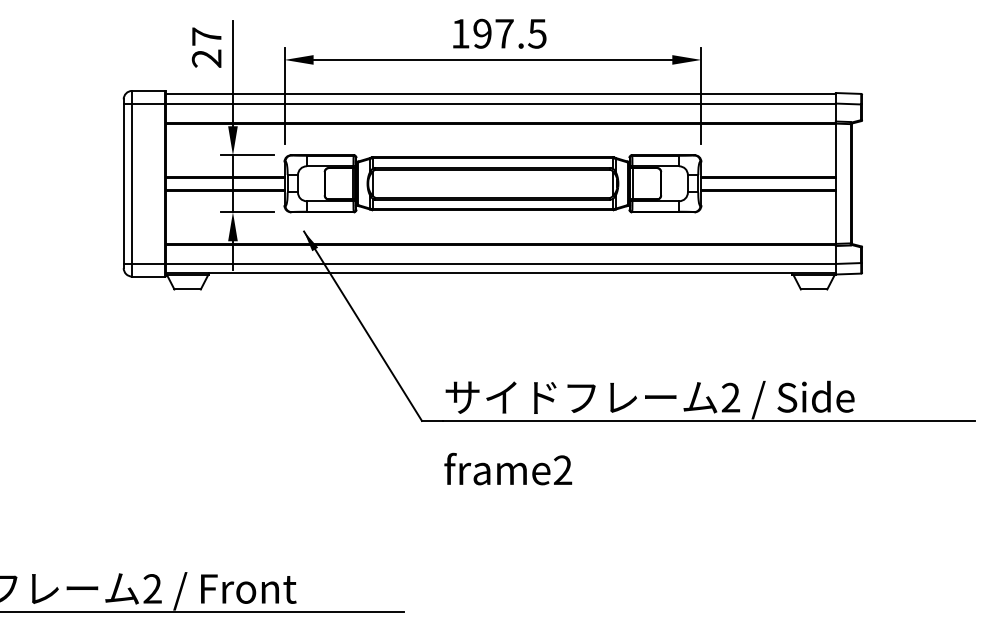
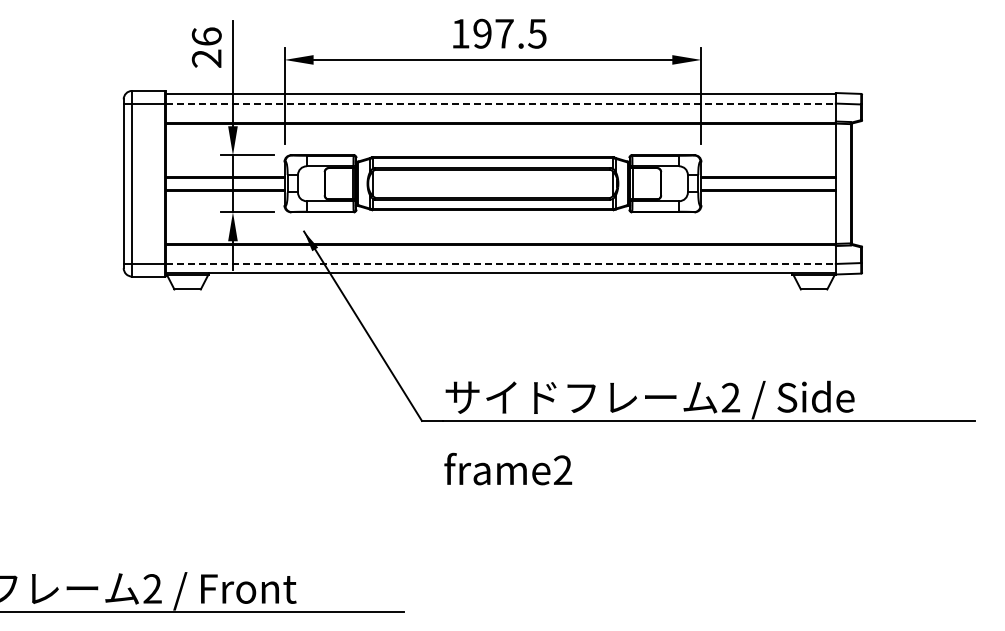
text at (206, 36): 27 -> 26
line at (500, 103): solid -> dashed
line at (500, 263): solid -> dashed
